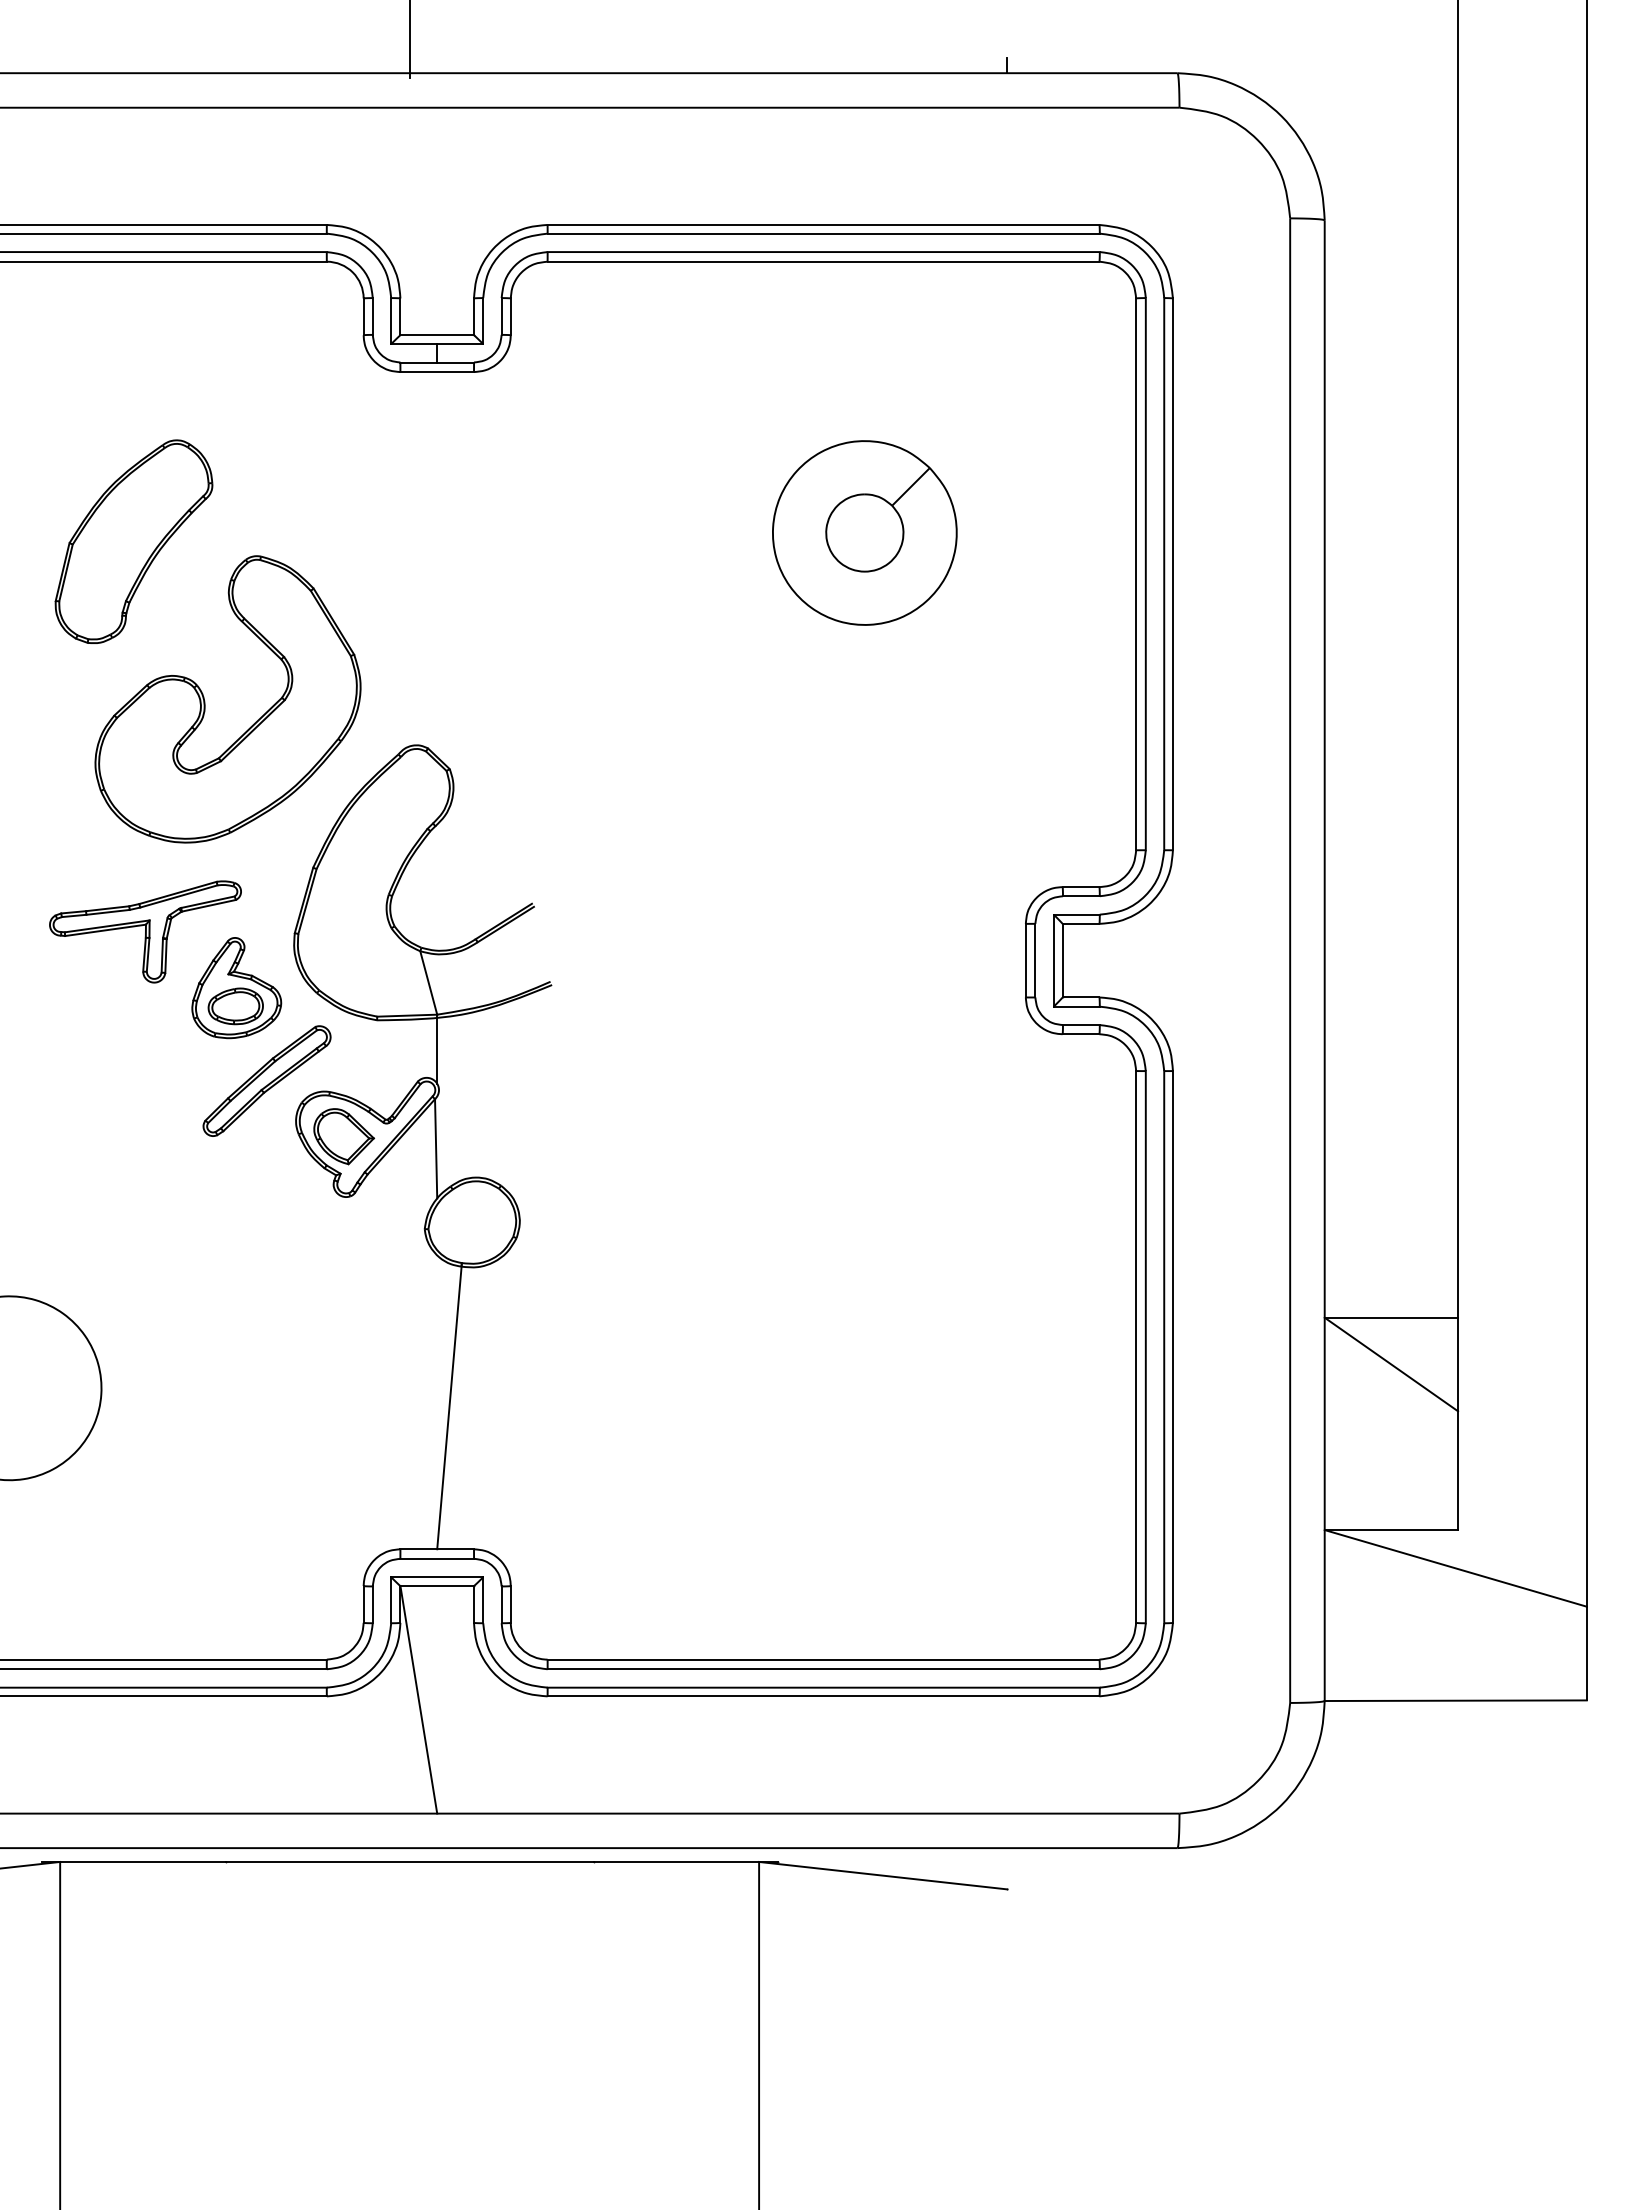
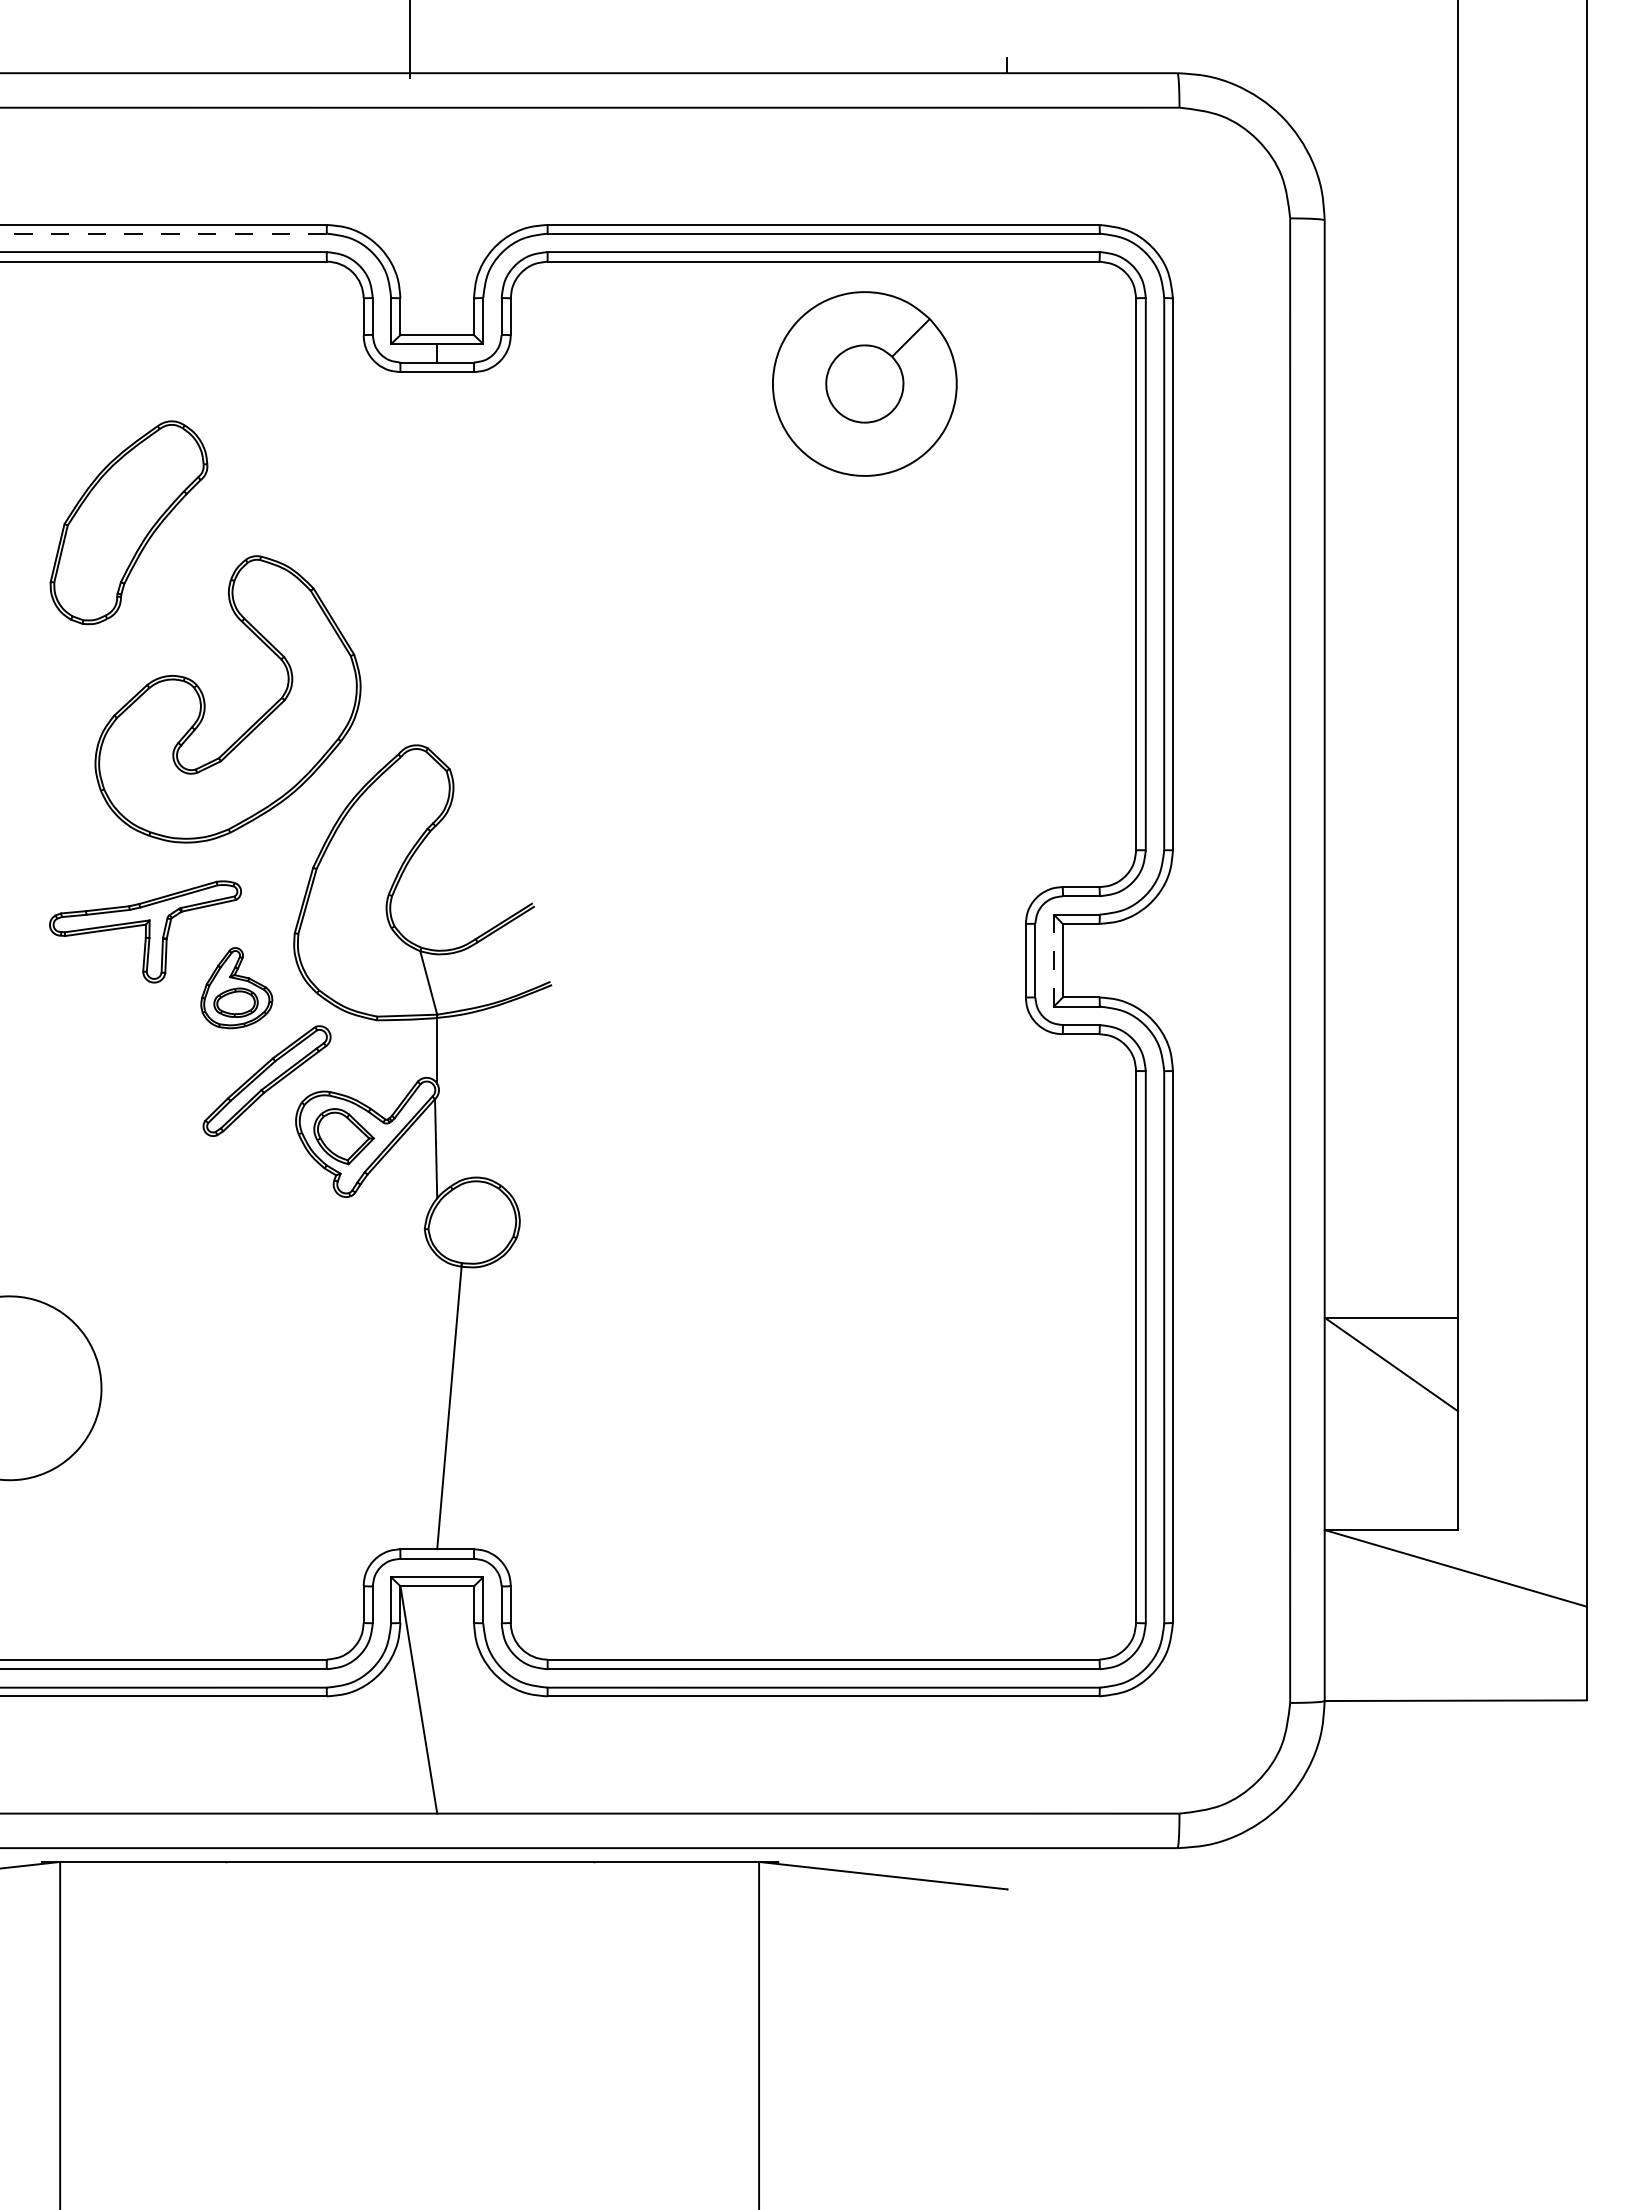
line at (163, 233): solid -> dashed
part at (864, 532) position: (864, 532) -> (864, 383)
part at (133, 541) position: (133, 541) -> (128, 522)
line at (1053, 960): solid -> dashed
part at (236, 988) size: 92x103 px -> 74x83 px
